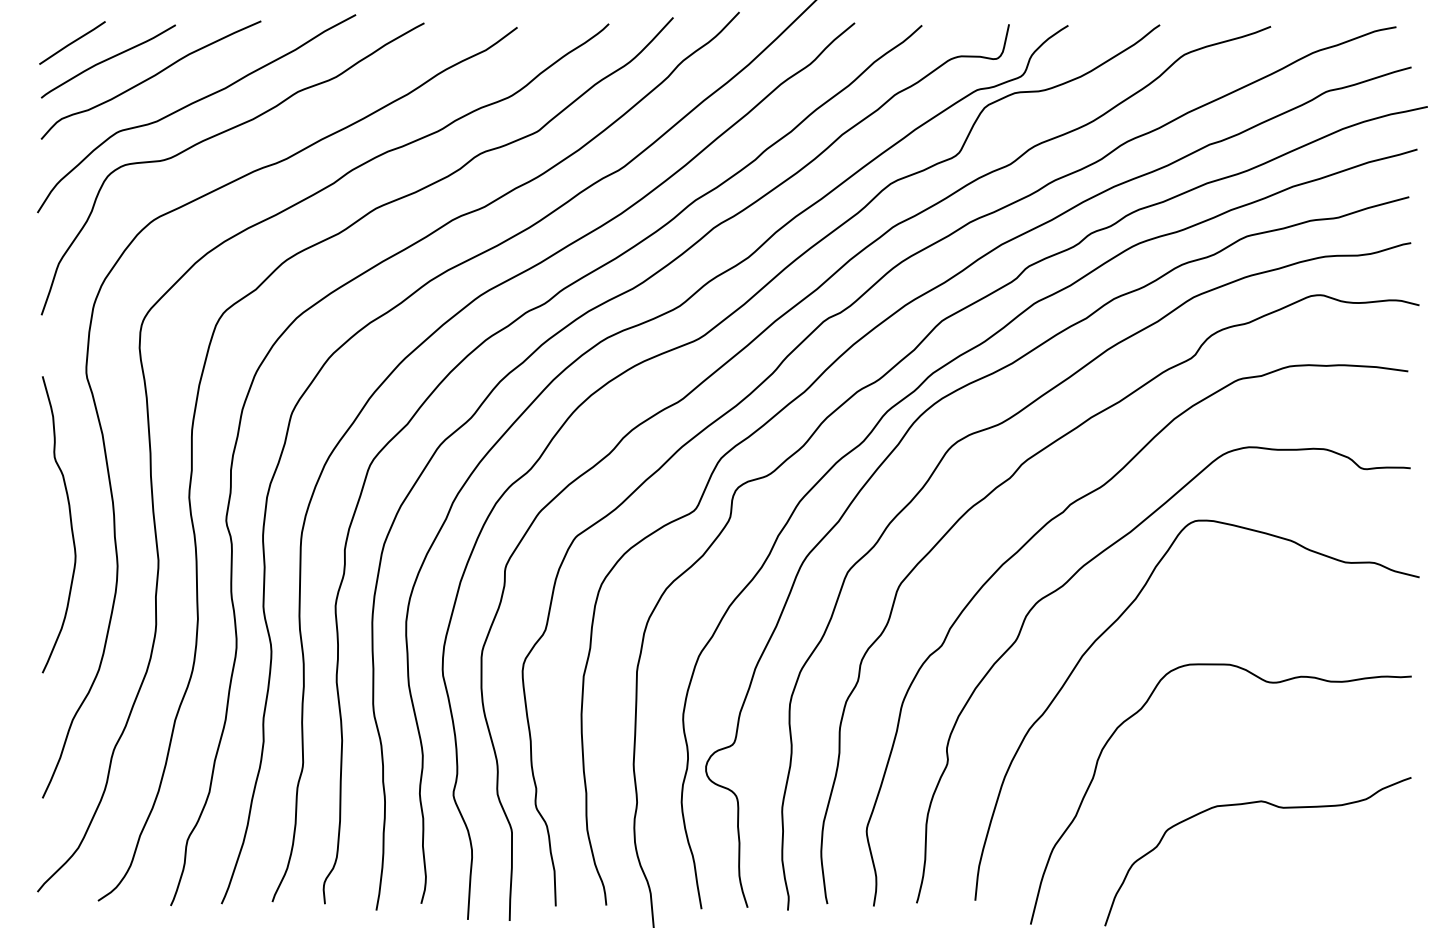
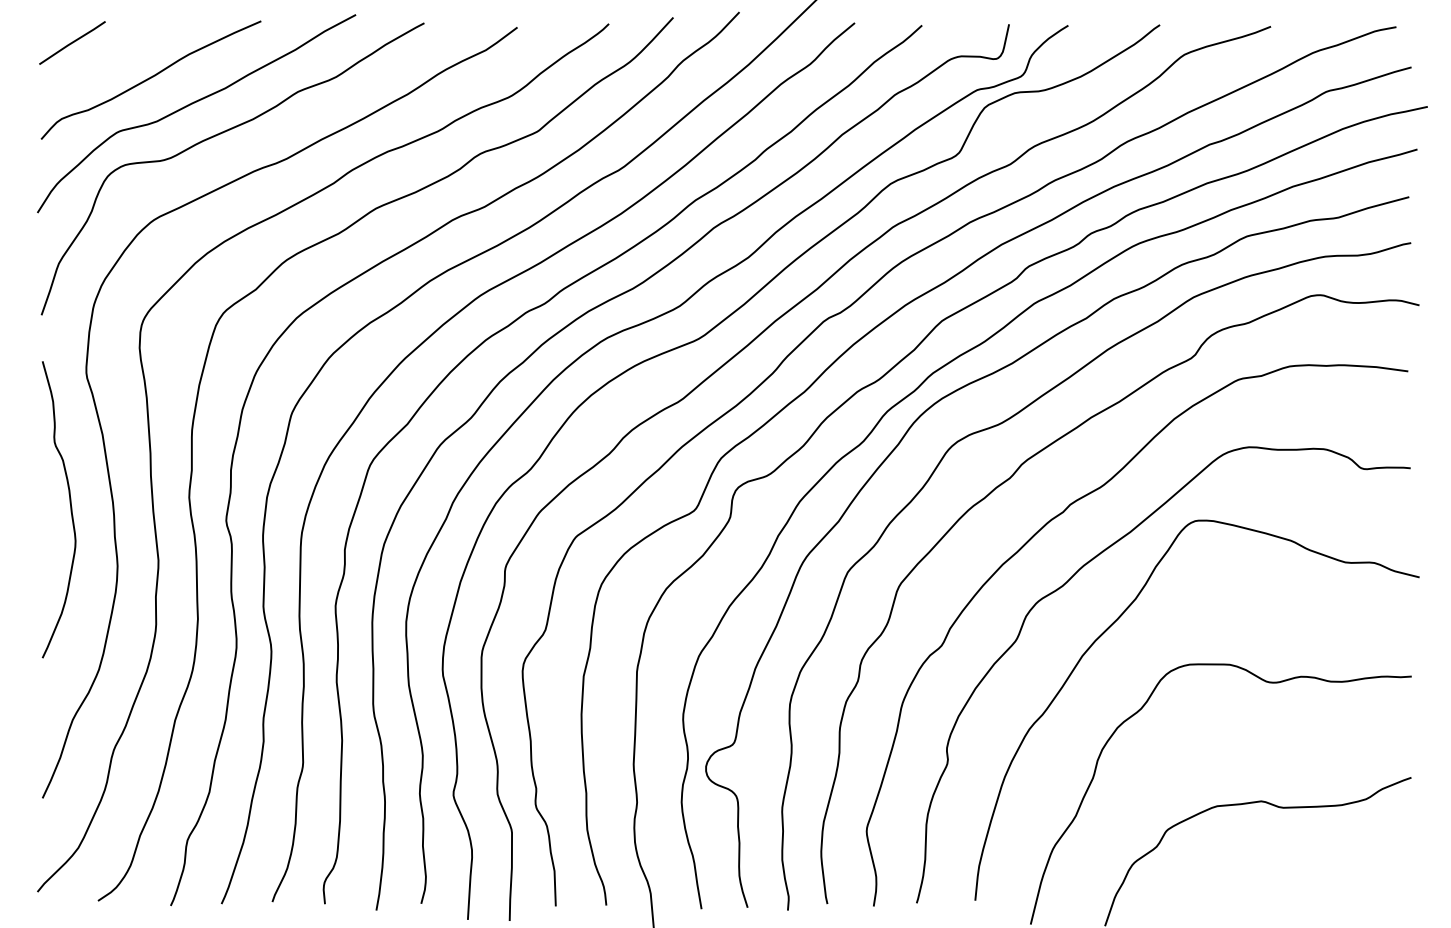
curve at (107, 60): present -> none
curve at (70, 524) position: (70, 524) -> (70, 509)
